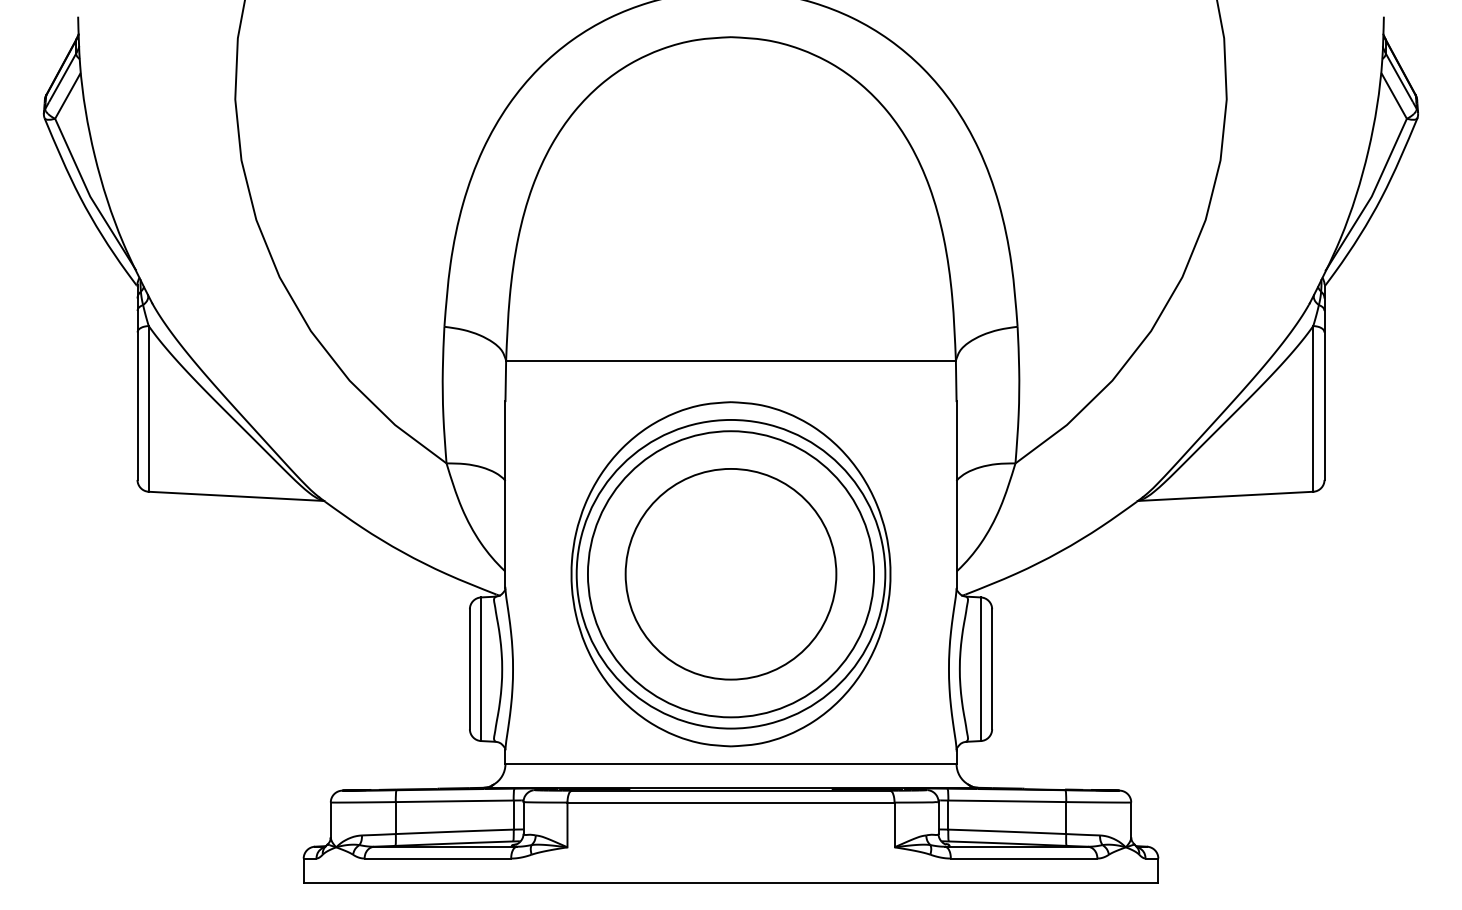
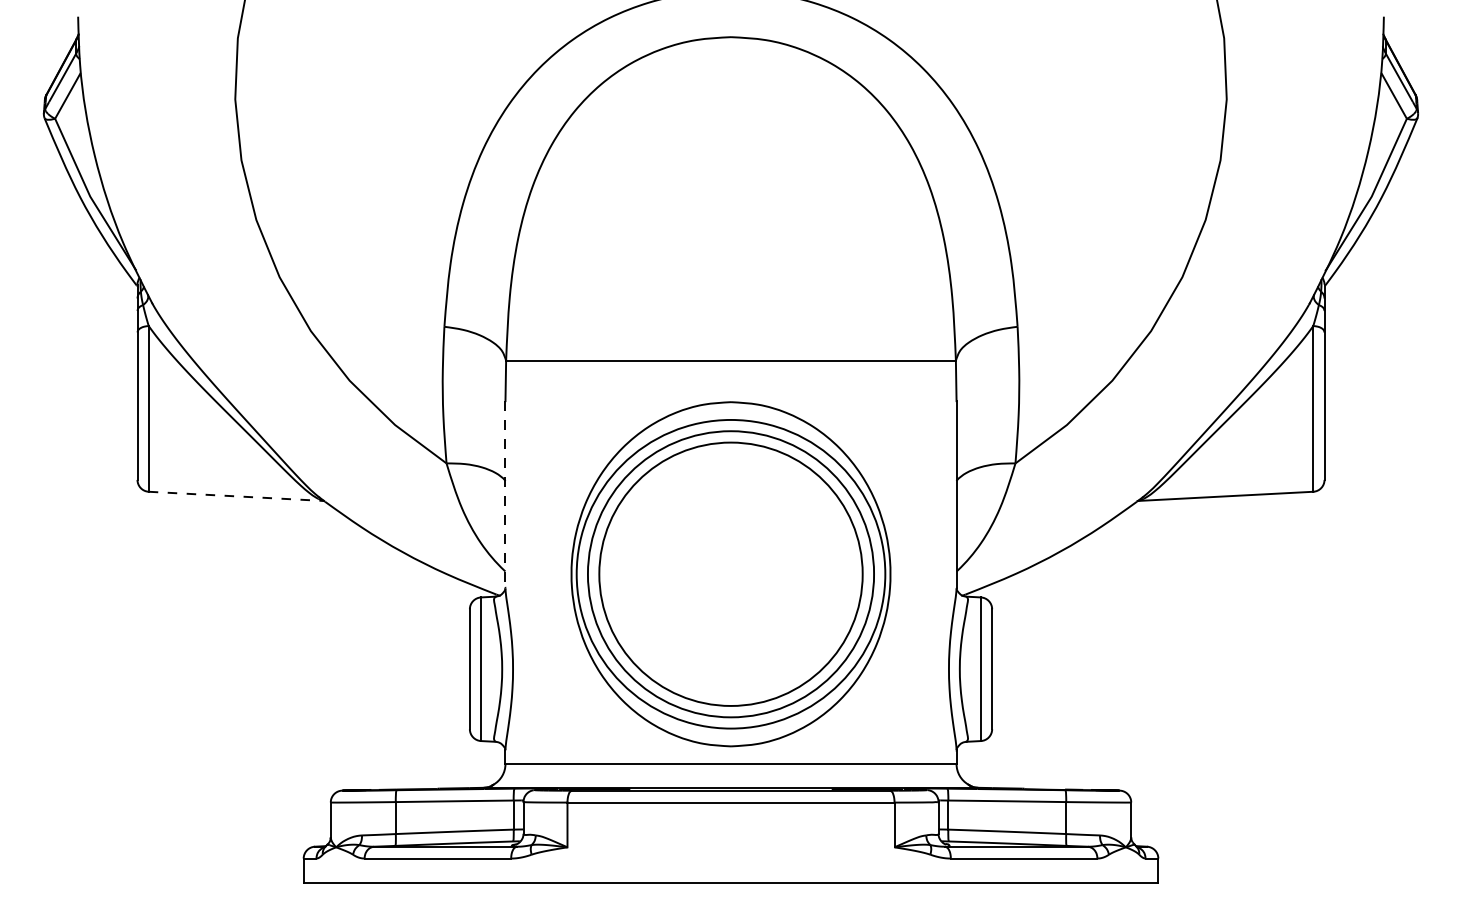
line at (505, 494): solid -> dashed
line at (236, 496): solid -> dashed
circle at (730, 573) diameter: 211 px -> 263 px
